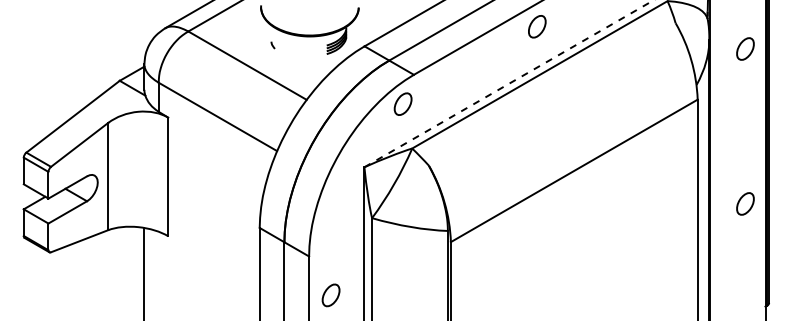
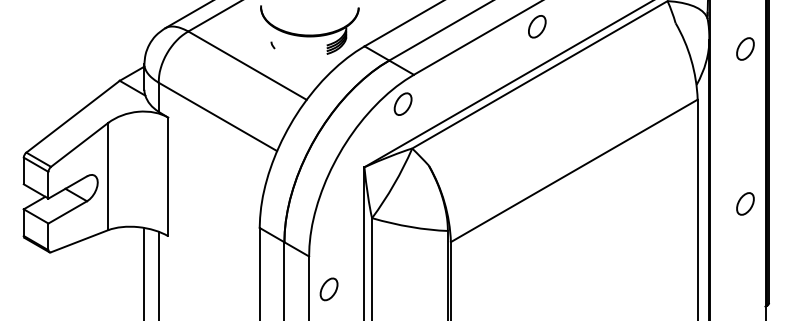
line at (509, 83): dashed -> solid
line at (158, 274): none -> present
part at (330, 295) position: (330, 295) -> (328, 289)
